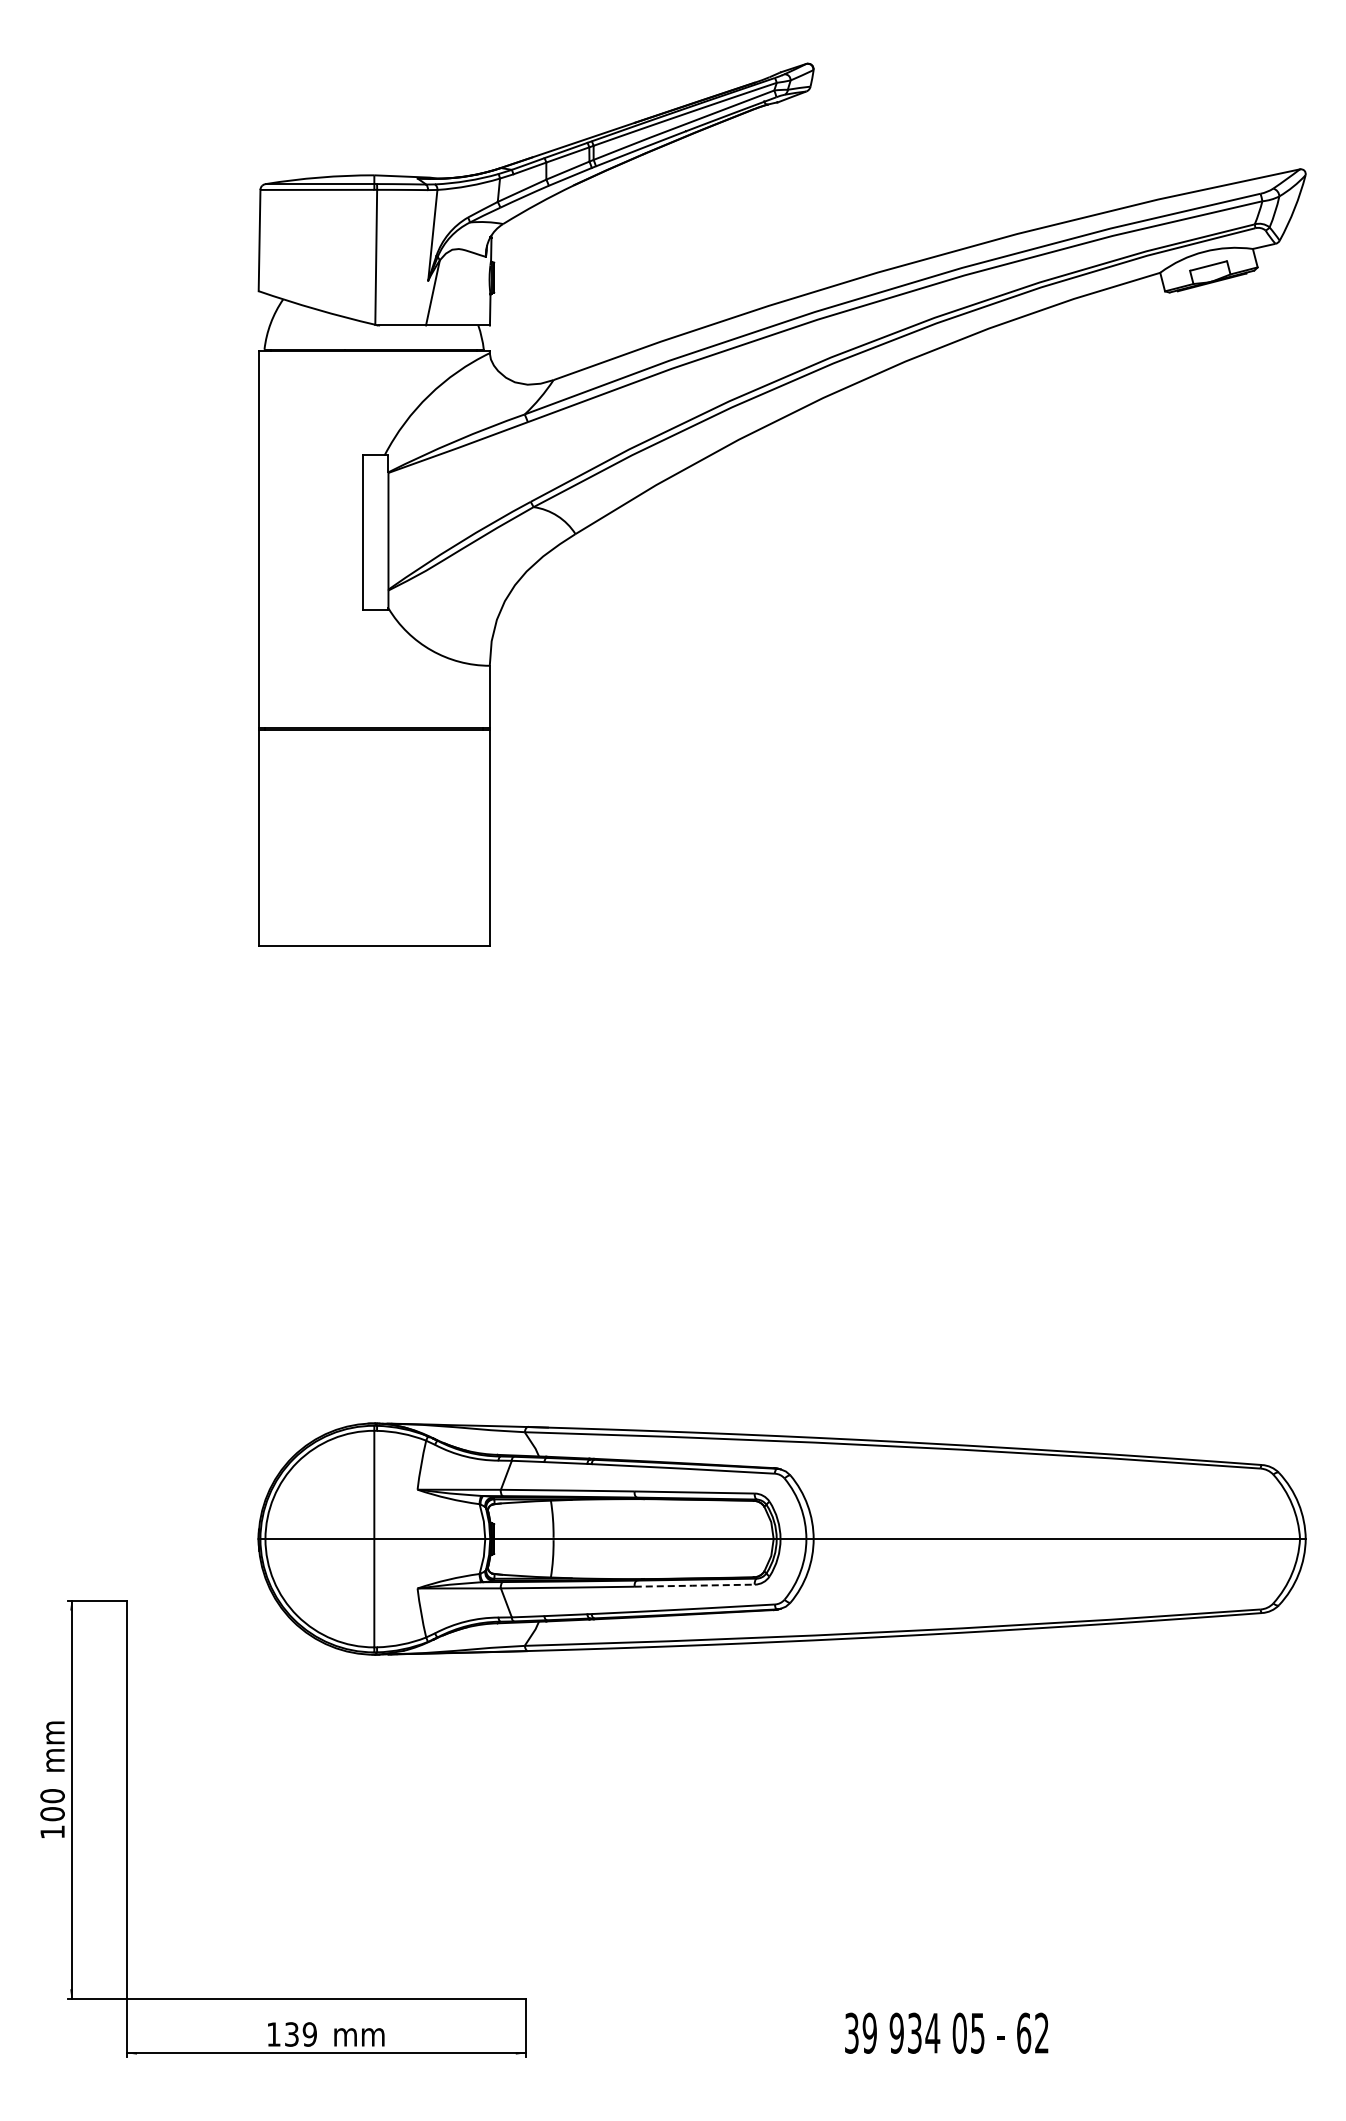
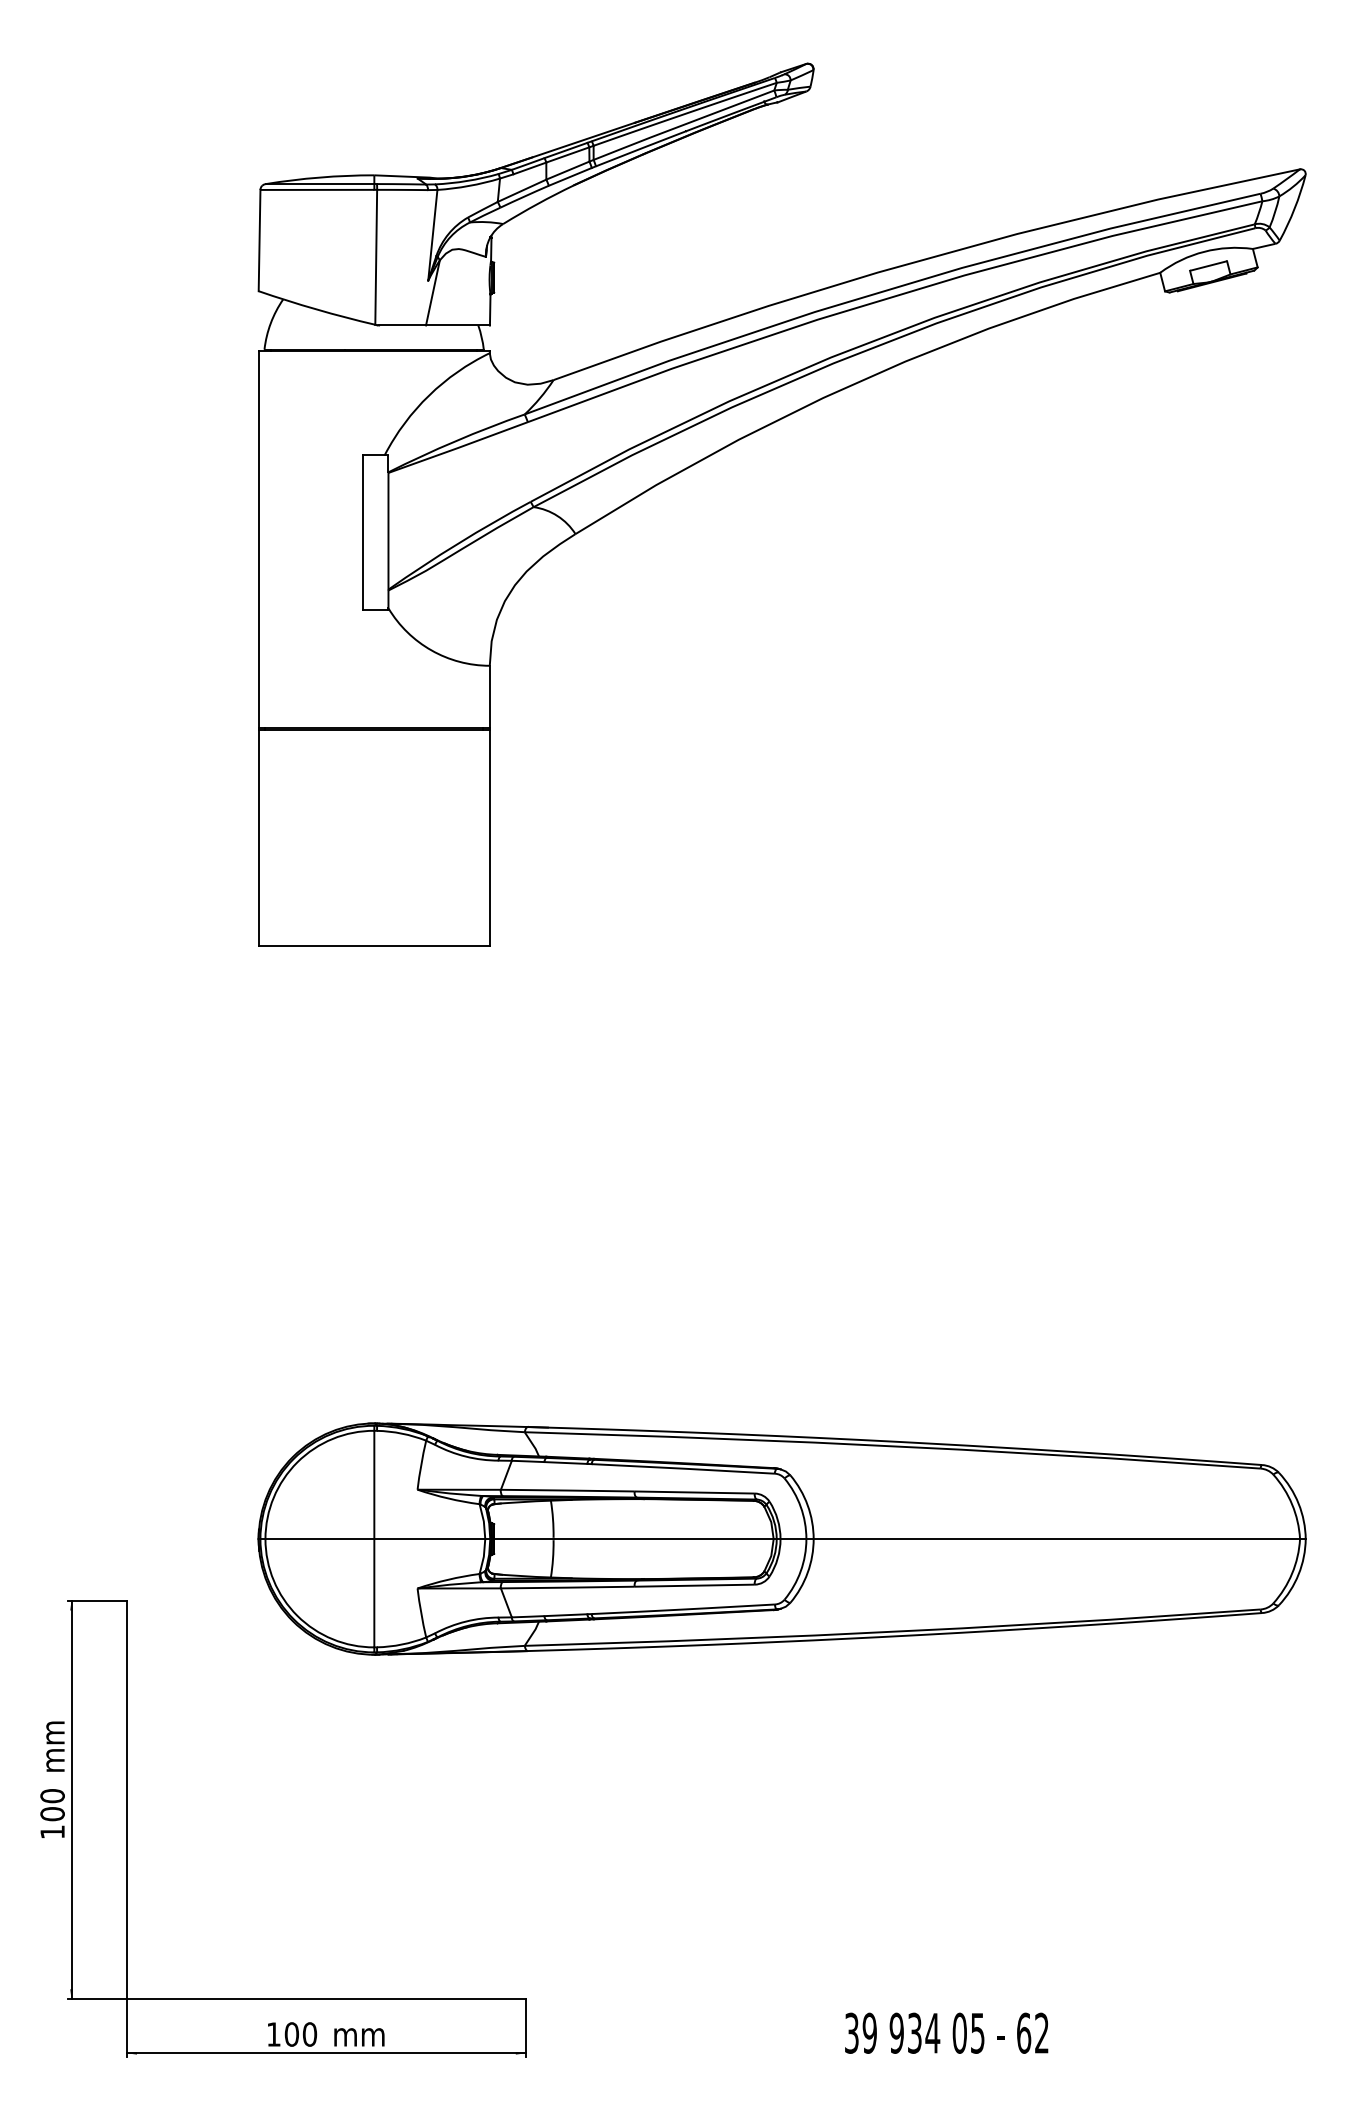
line at (694, 1585): dashed -> solid
text at (300, 2034): 139 -> 100
